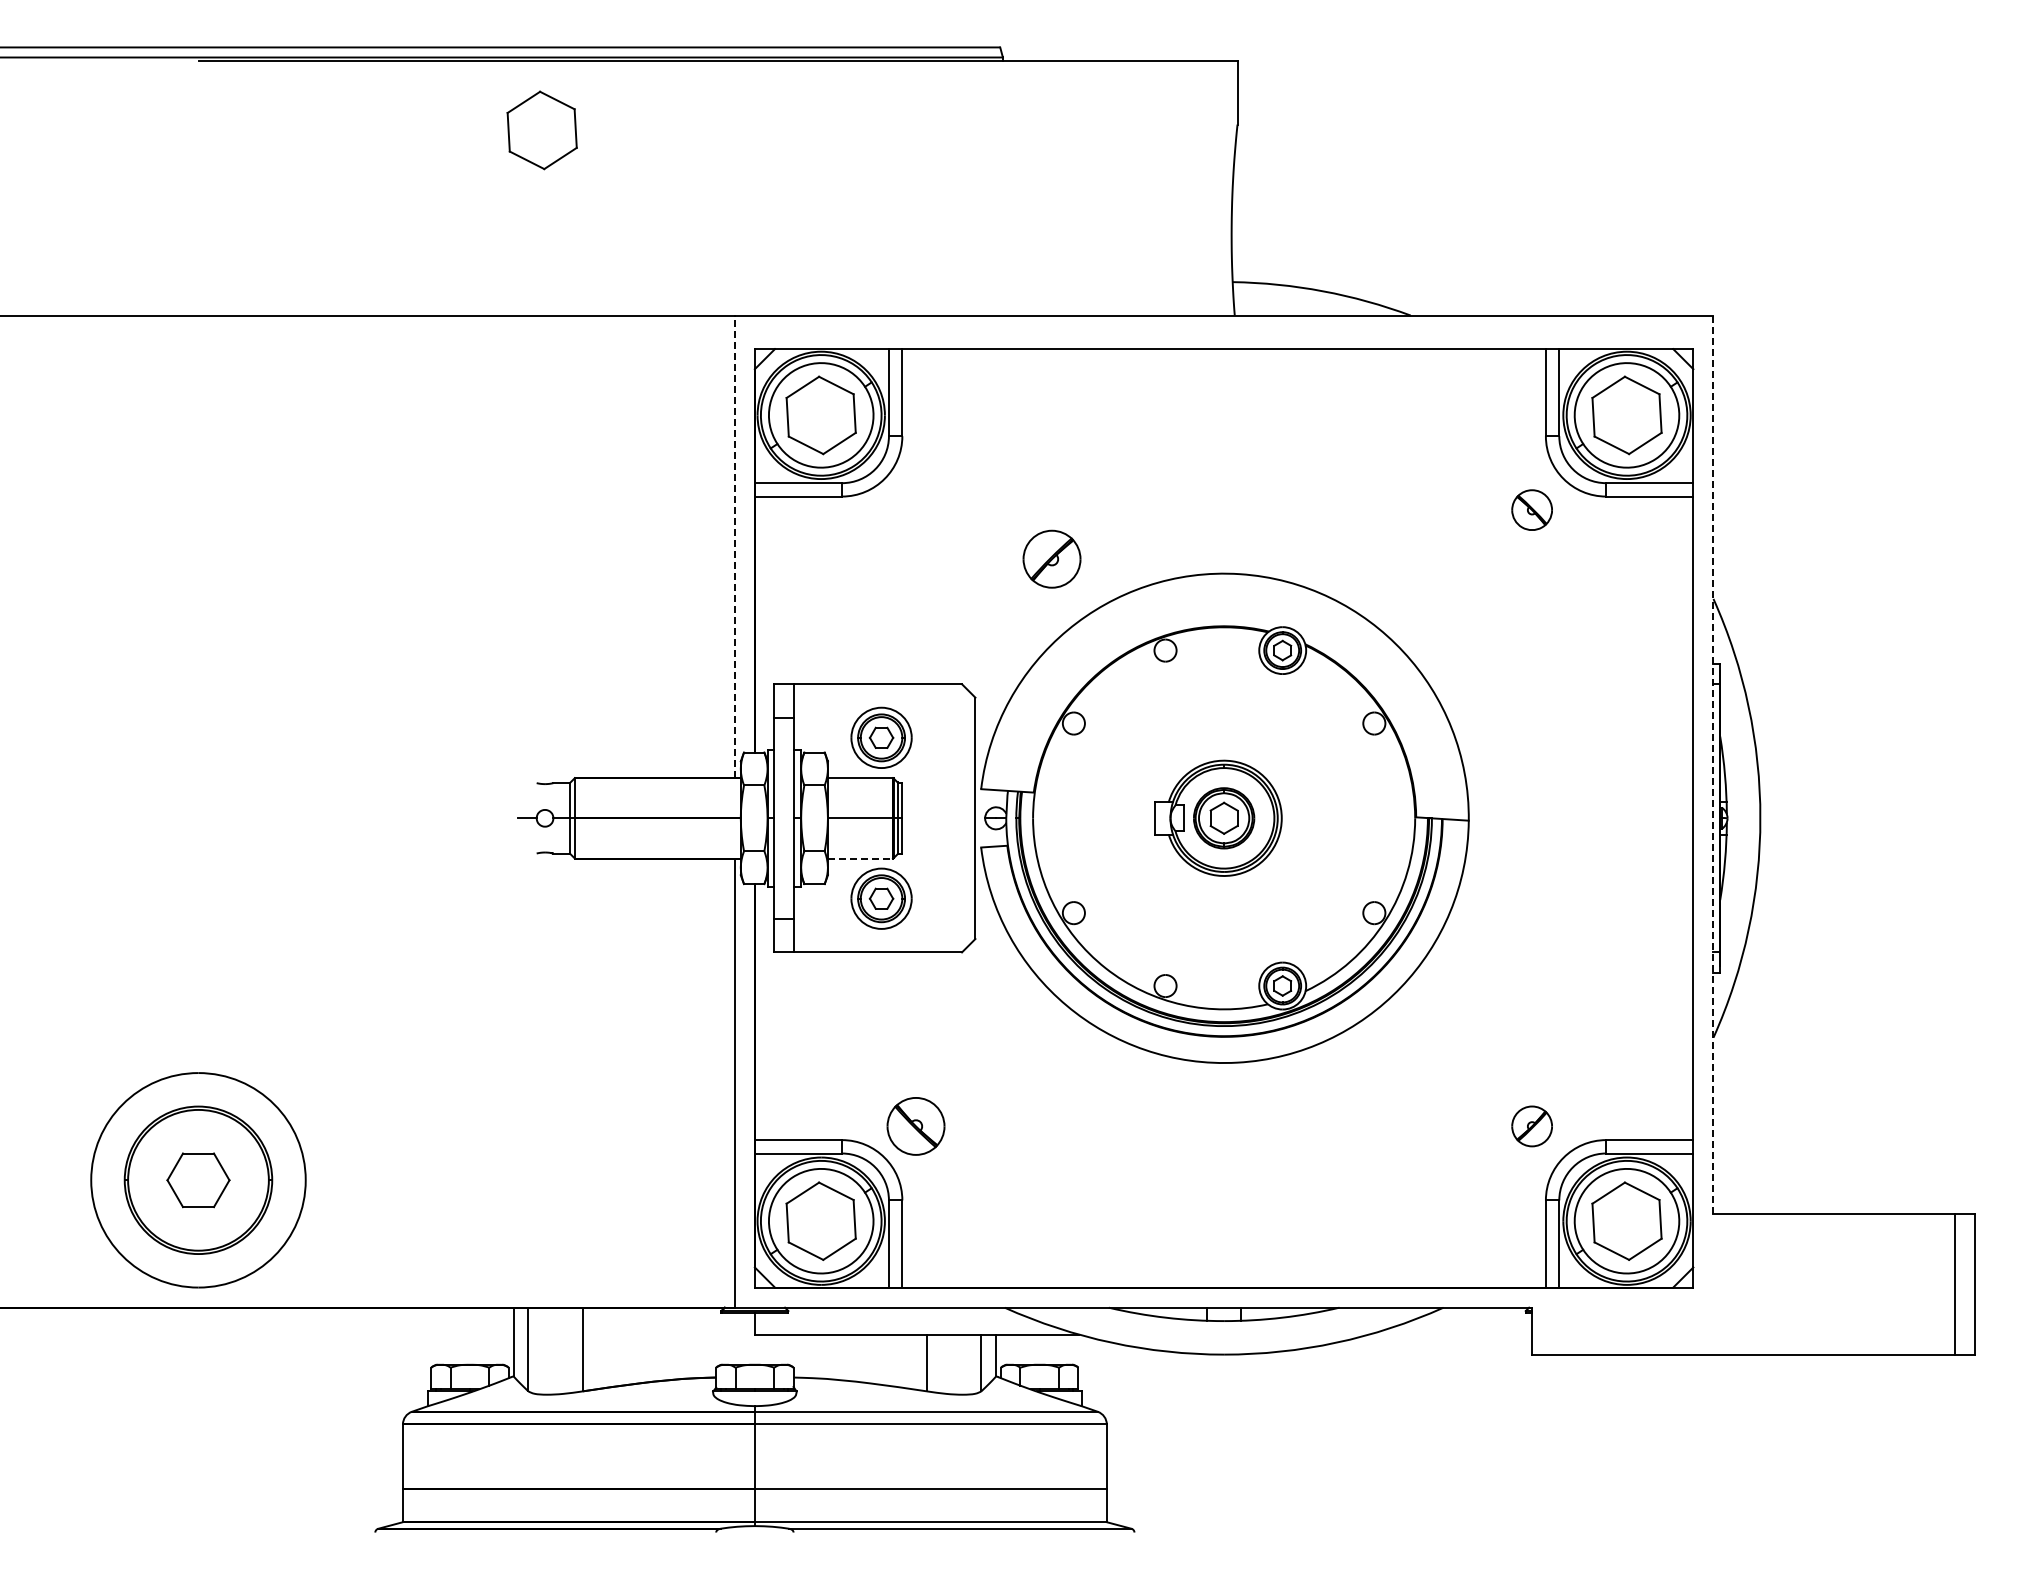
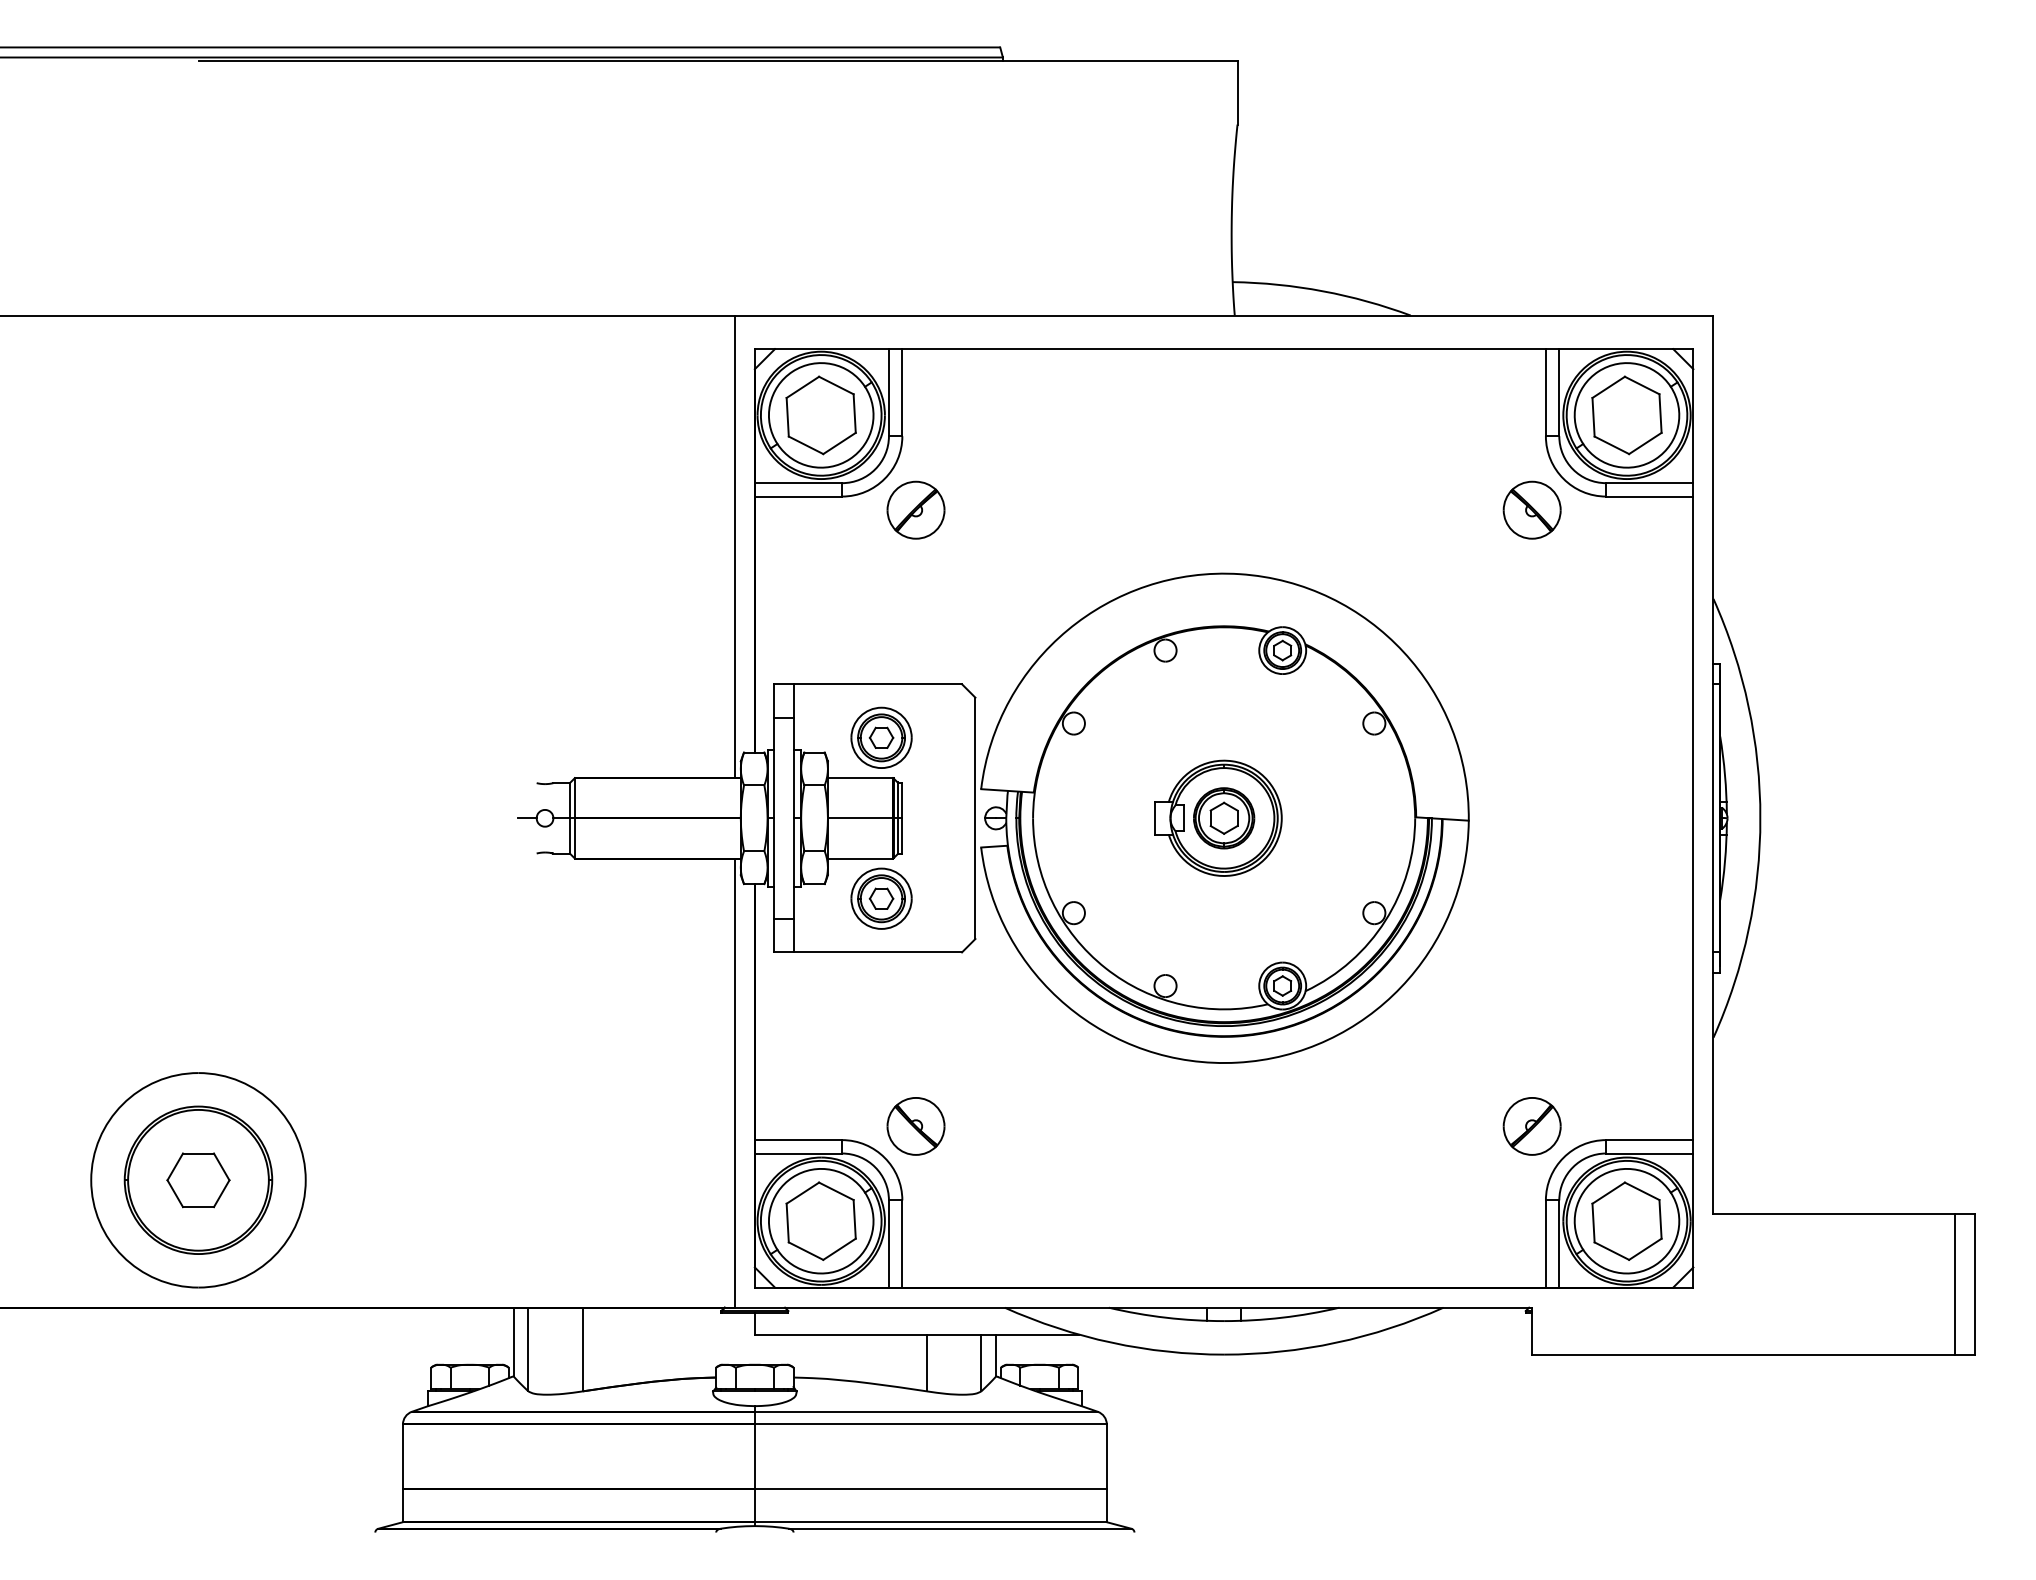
part at (541, 130): present -> none
part at (1531, 509) size: 42x42 px -> 60x60 px
line at (734, 546): dashed -> solid
part at (1051, 558) position: (1051, 558) -> (915, 509)
line at (1713, 764): dashed -> solid
line at (860, 858): dashed -> solid
part at (1531, 1126) size: 42x43 px -> 60x59 px
